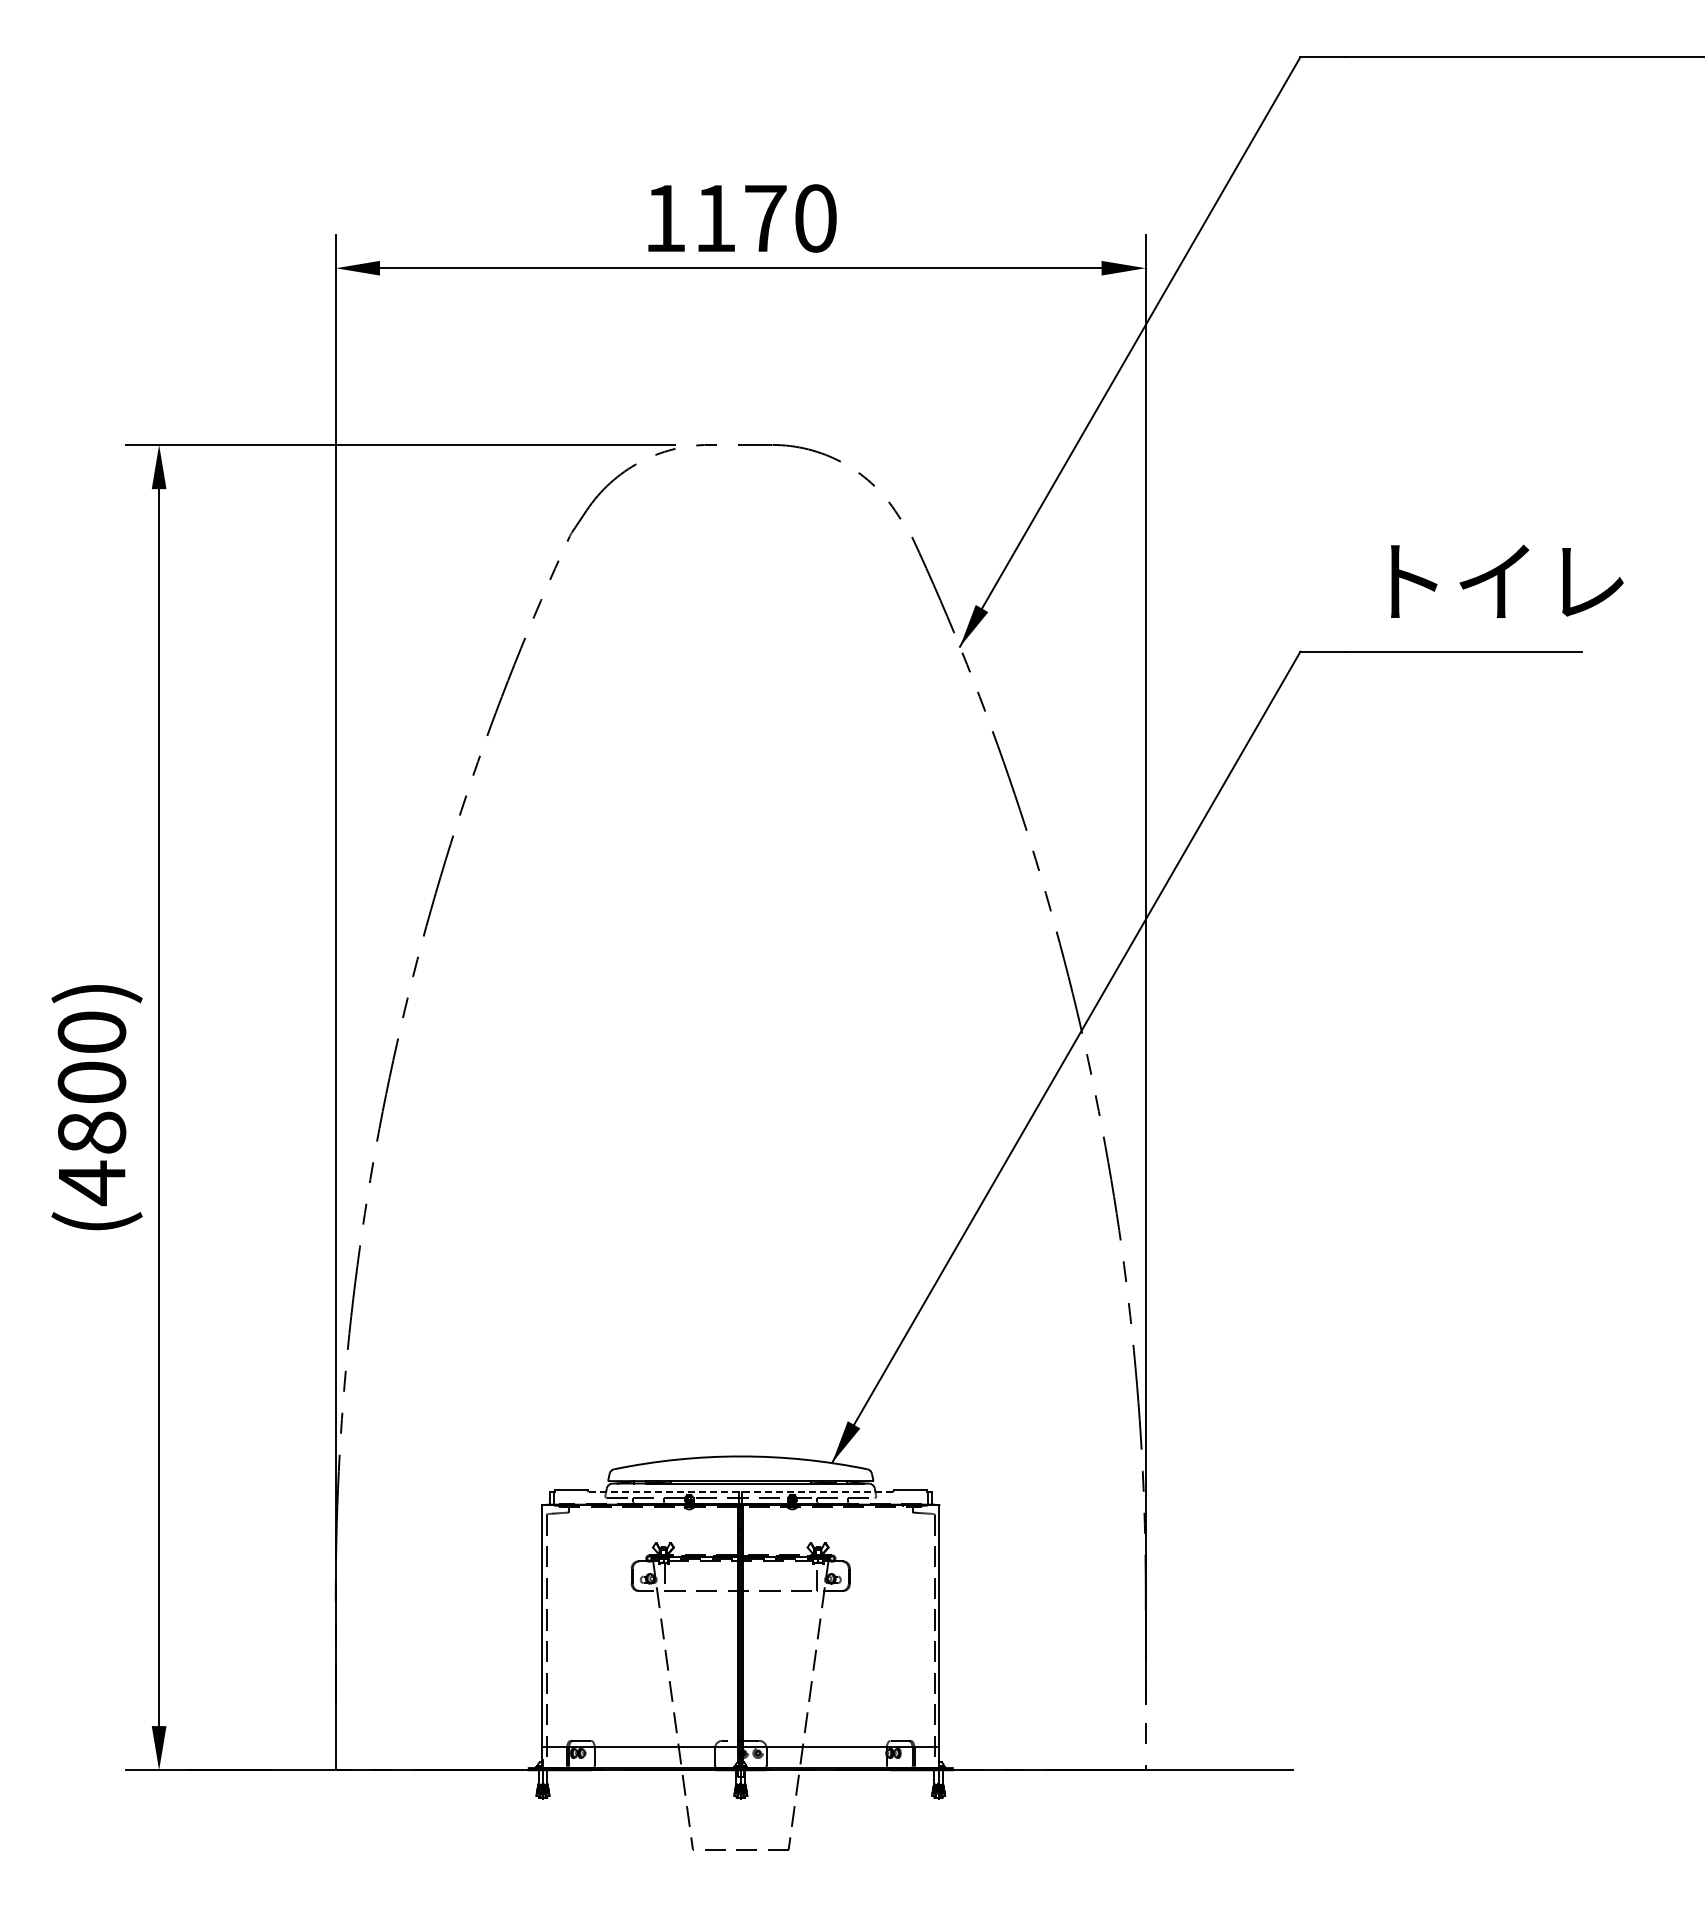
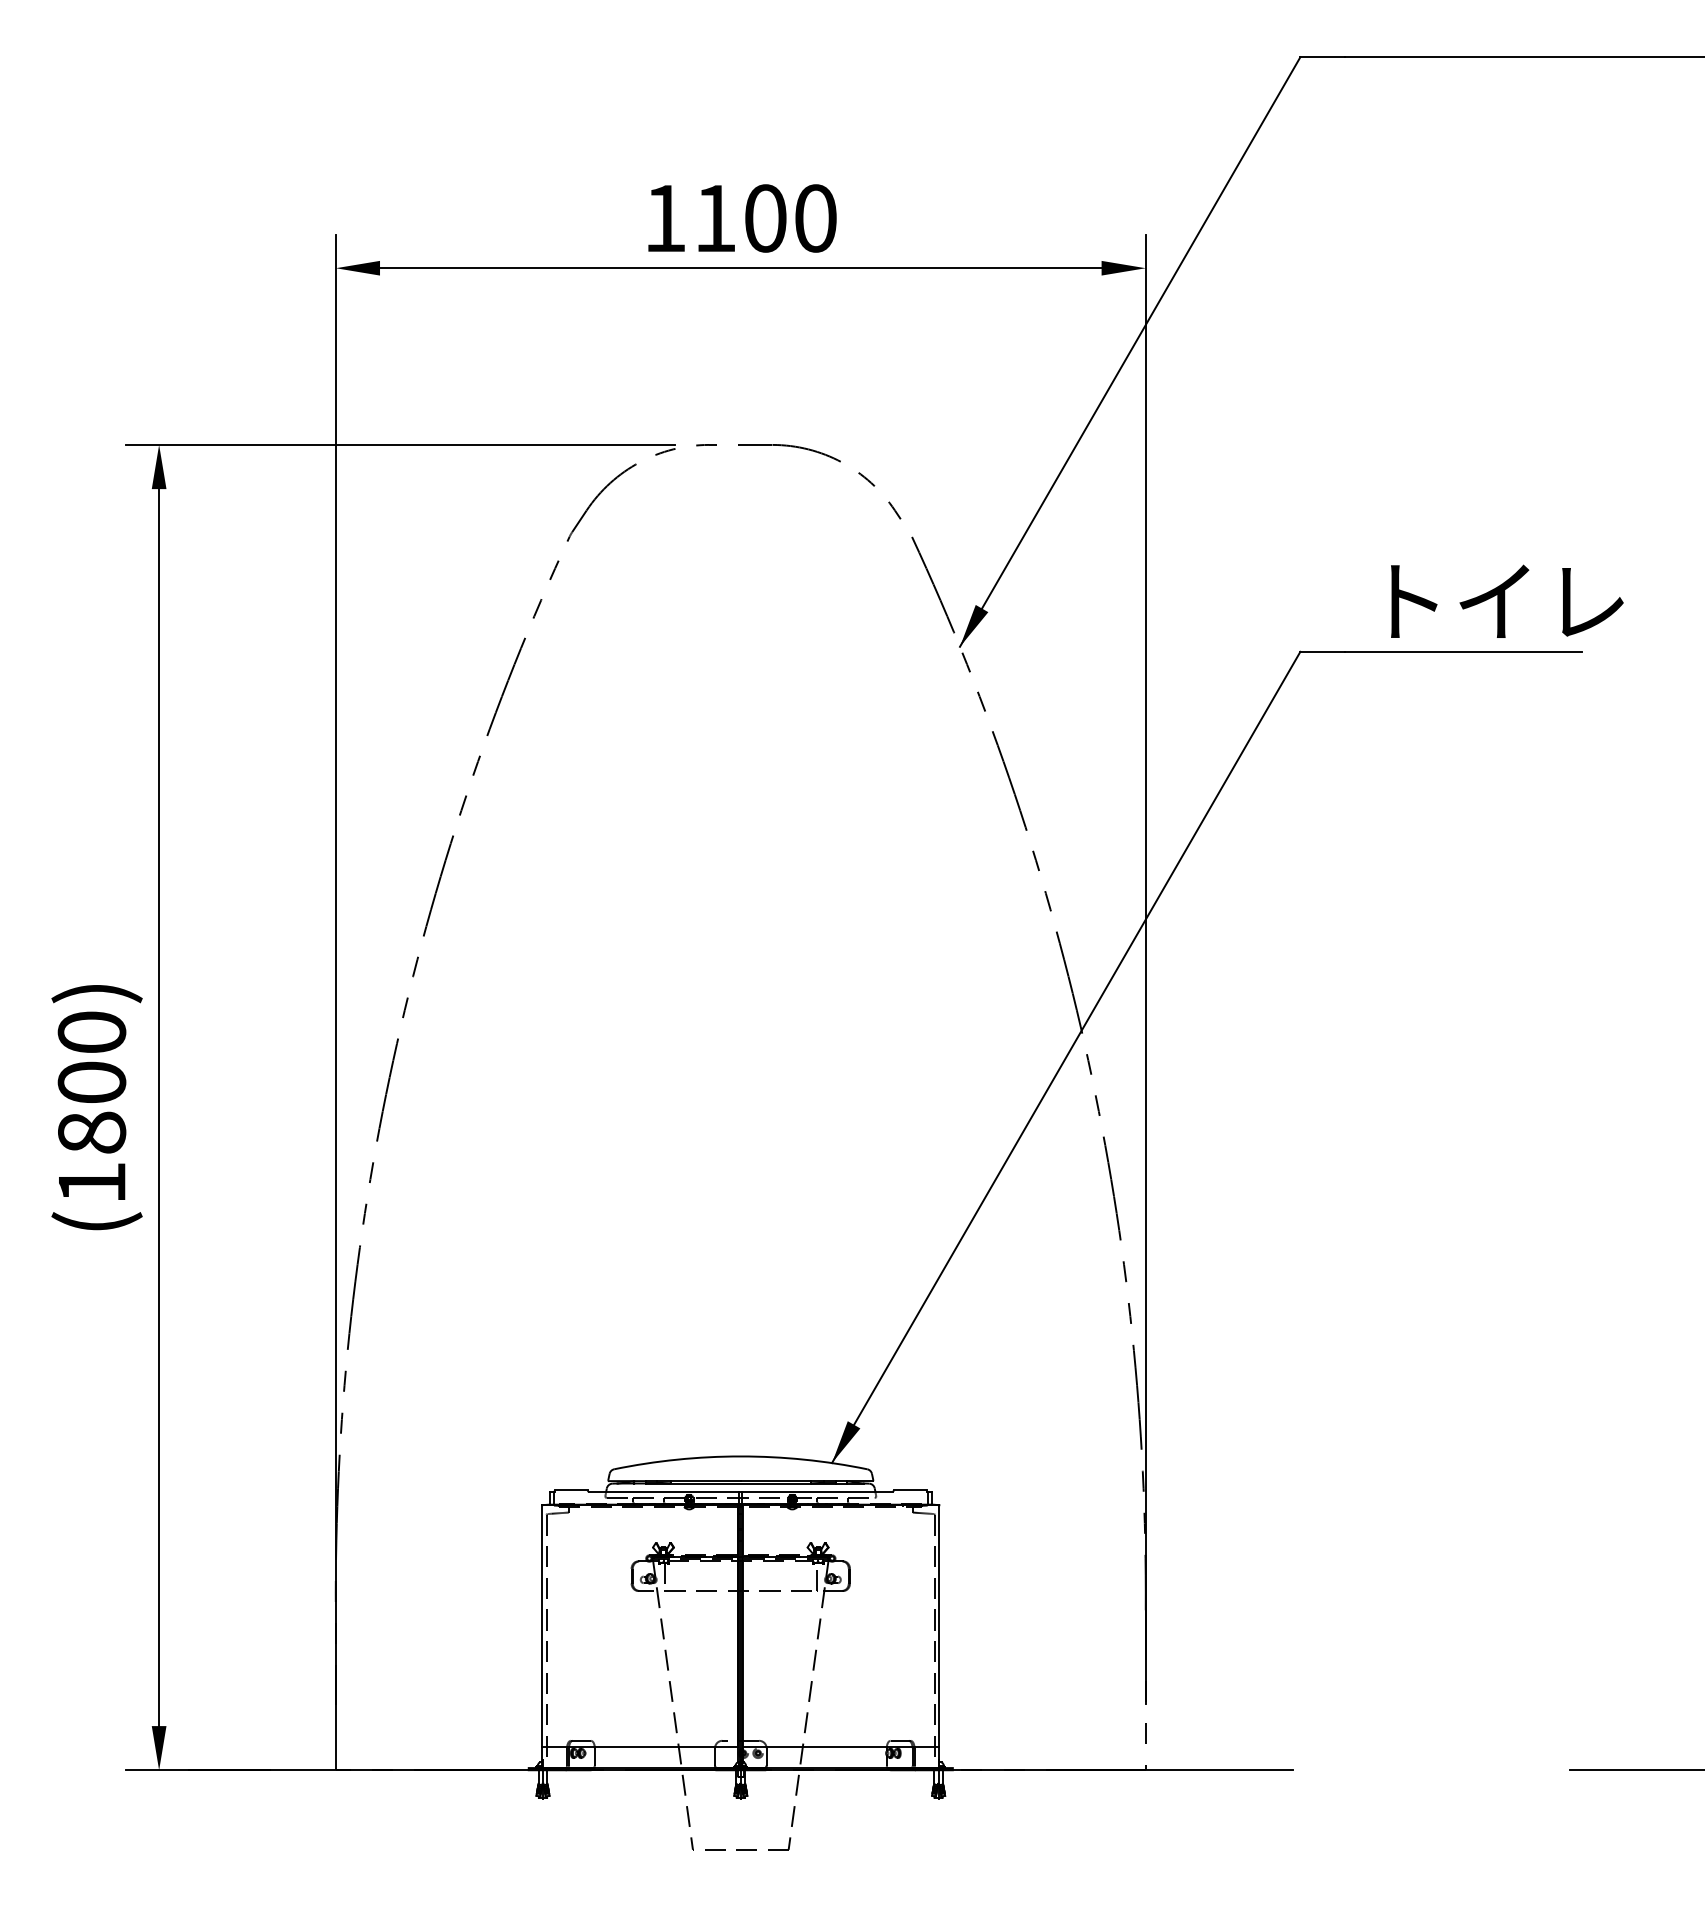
text at (765, 218): 1170 -> 1100
text at (1507, 580) position: (1507, 580) -> (1507, 600)
text at (92, 1183): (4800) -> (1800)
line at (741, 1491): dashed -> solid
line at (1635, 1770): none -> present
